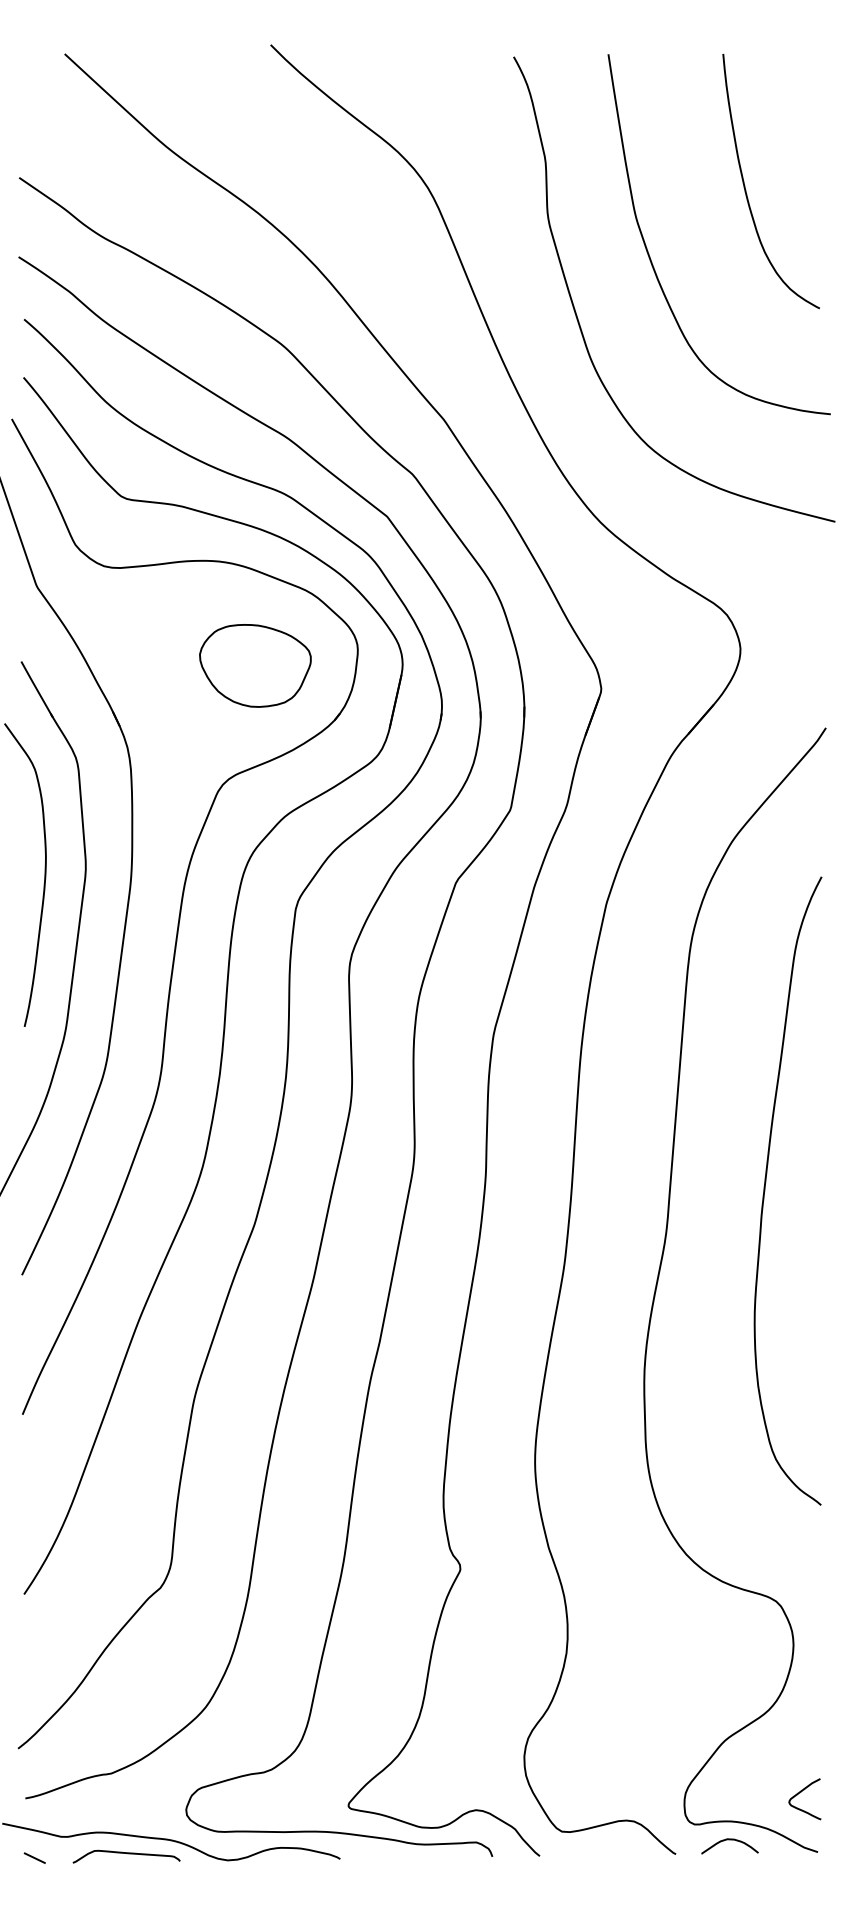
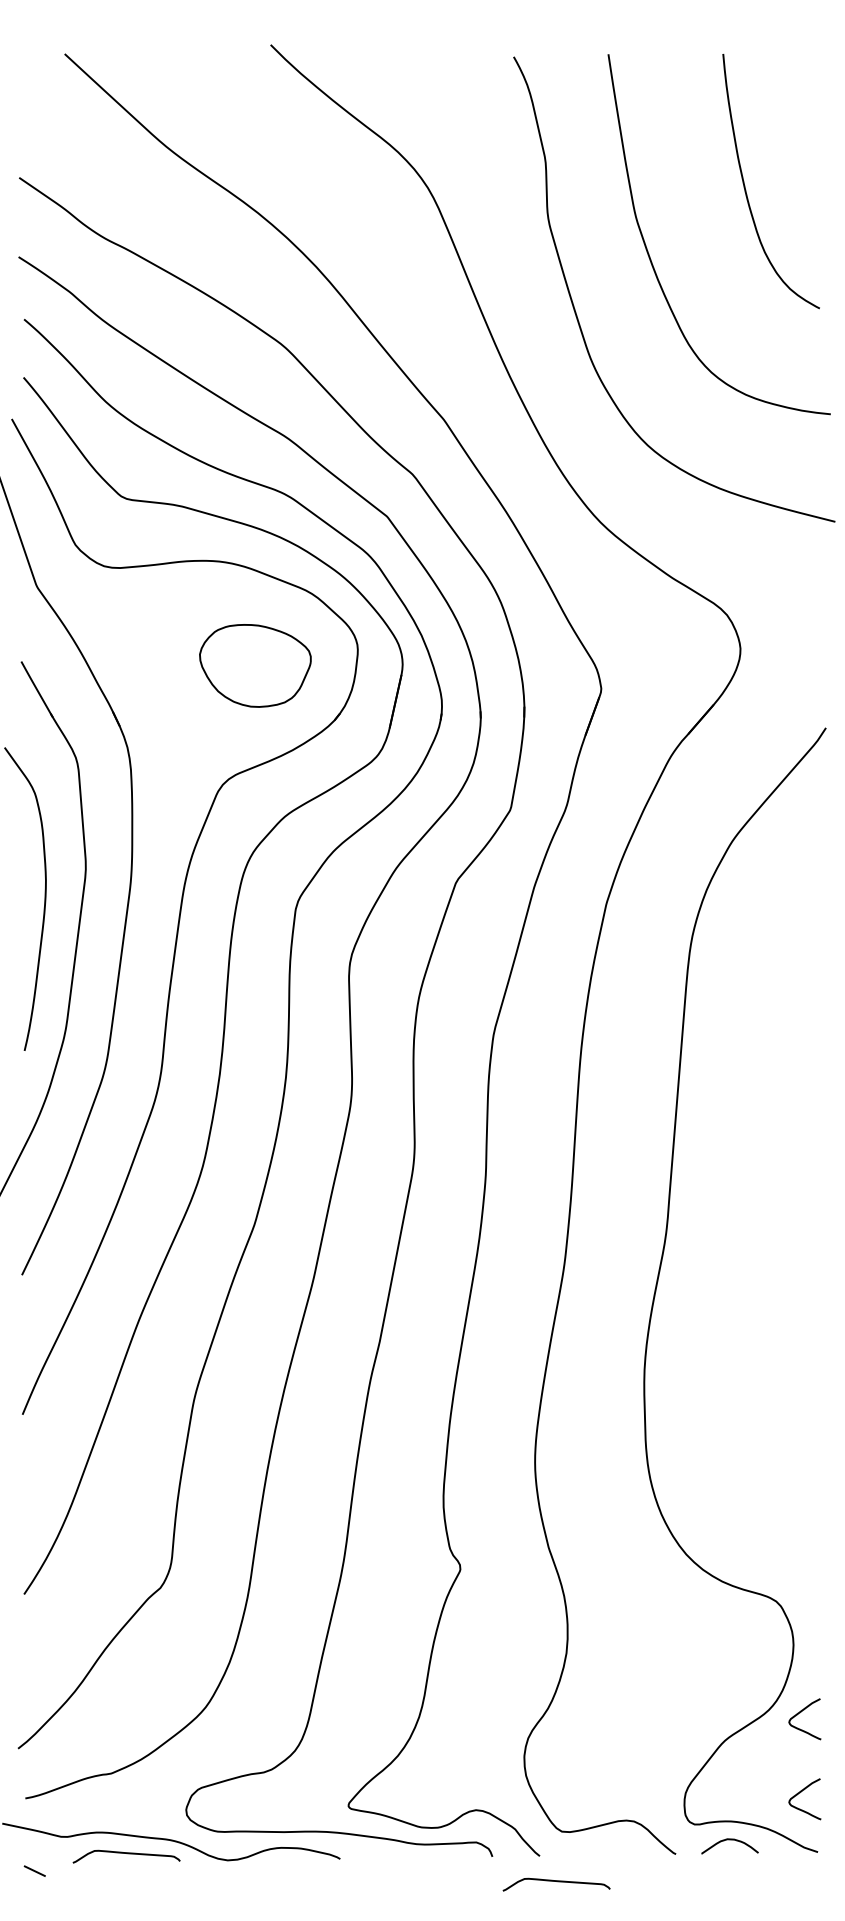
curve at (44, 874) position: (44, 874) -> (44, 898)
curve at (765, 1190): present -> none
curve at (800, 1713): none -> present
line at (34, 1857) position: (34, 1857) -> (34, 1870)
curve at (557, 1882): none -> present
